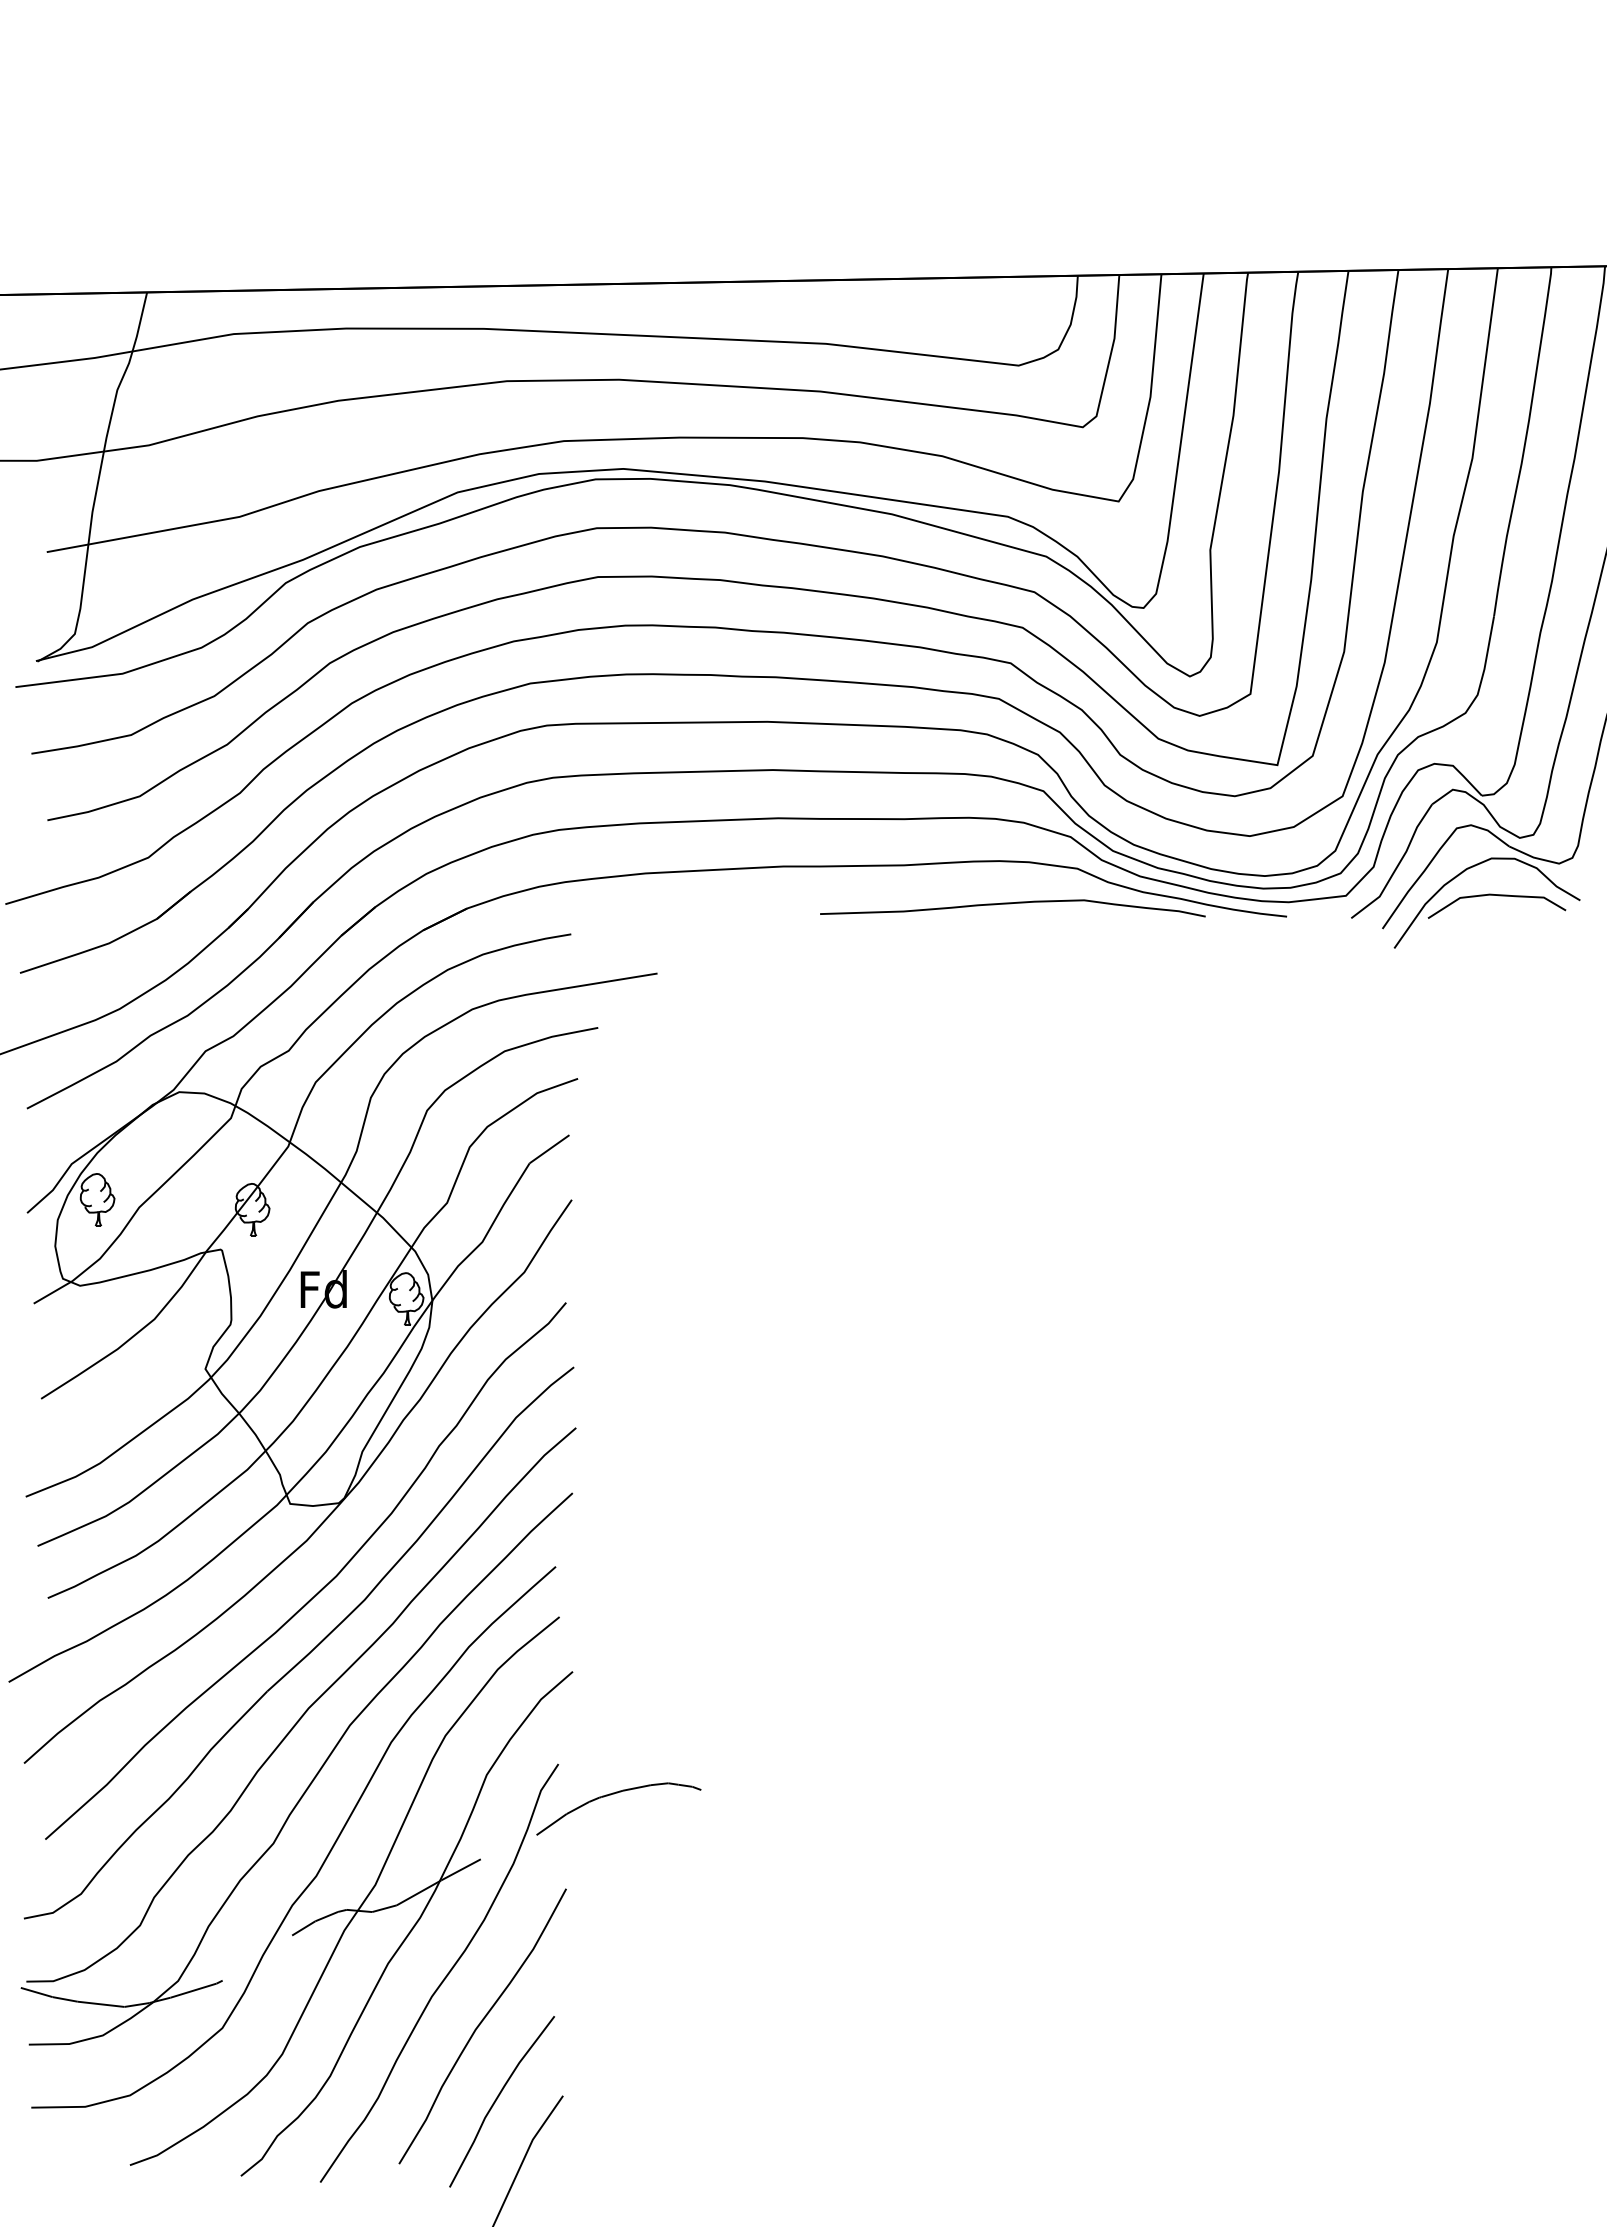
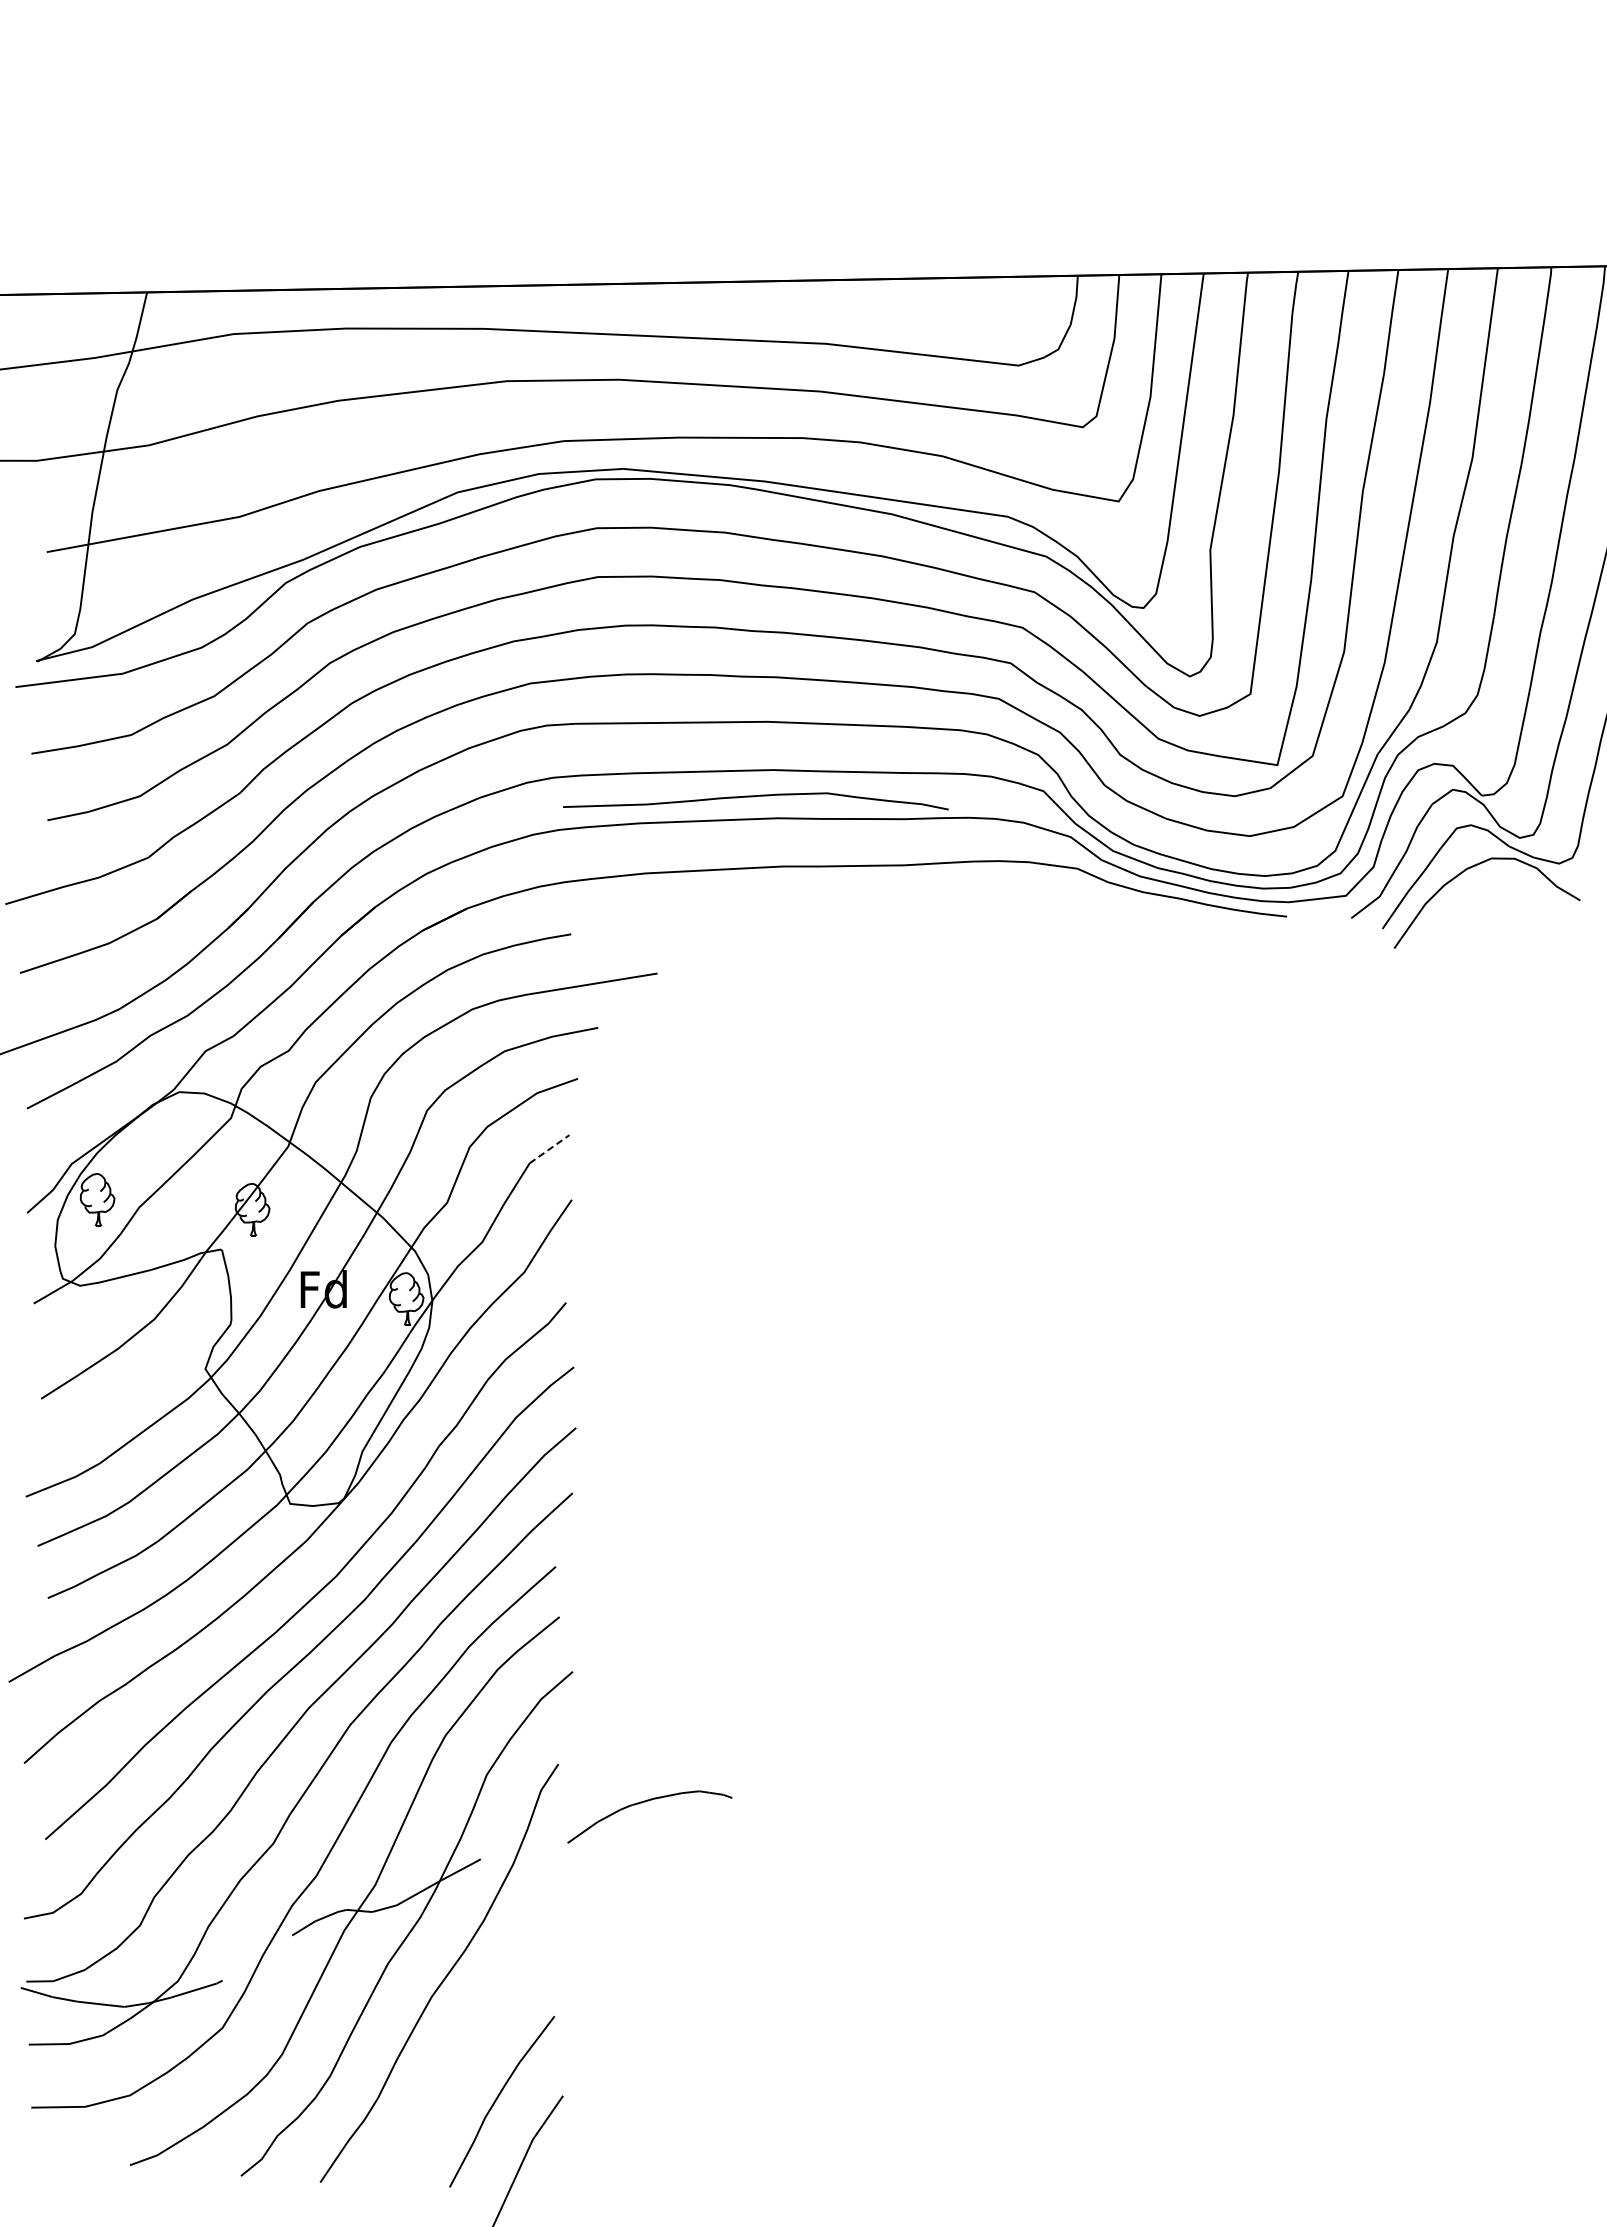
curve at (1498, 896): present -> none
curve at (1011, 904) position: (1011, 904) -> (754, 797)
line at (549, 1148): solid -> dashed
curve at (614, 1794) position: (614, 1794) -> (645, 1802)
curve at (480, 2024): present -> none
